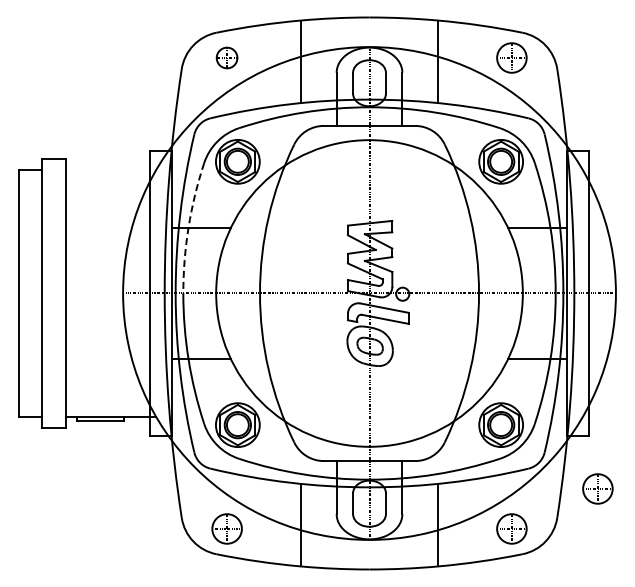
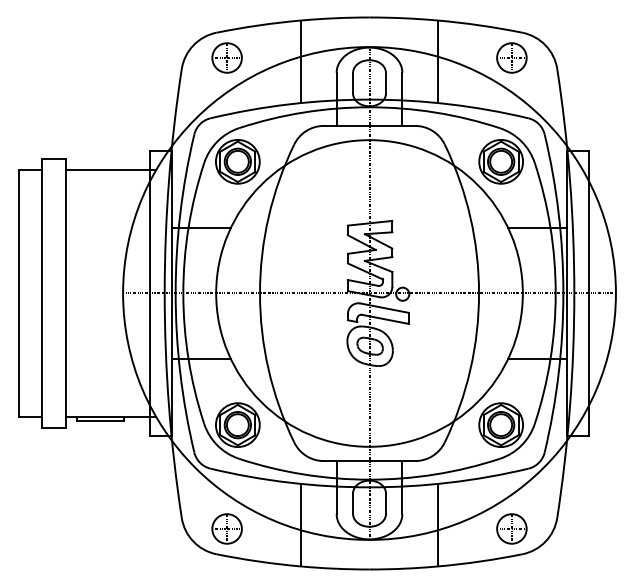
part at (226, 57) size: 24x24 px -> 32x32 px
line at (110, 170): none -> present
arc at (188, 227): dashed -> solid
part at (597, 488): present -> none
